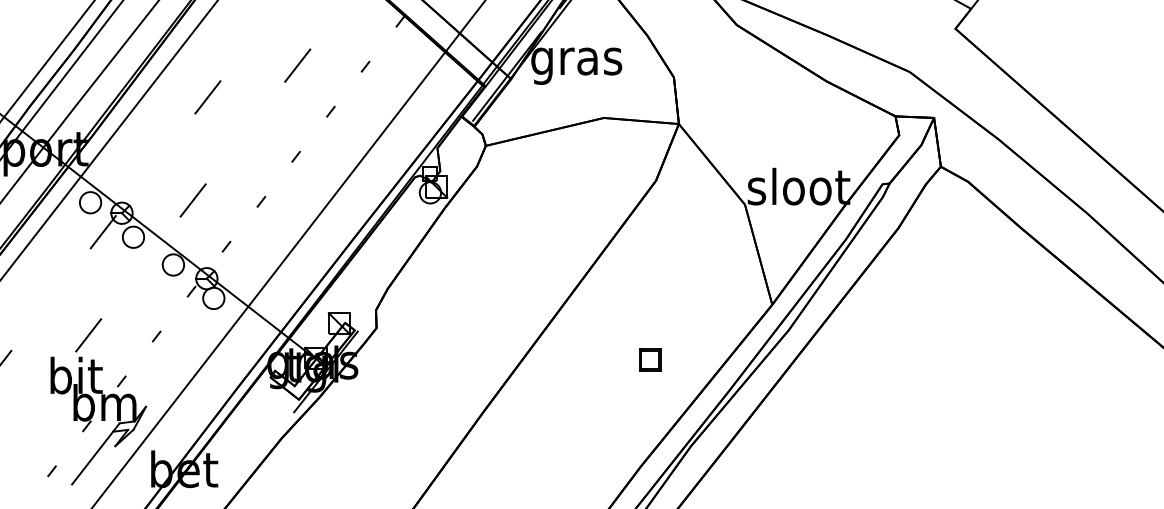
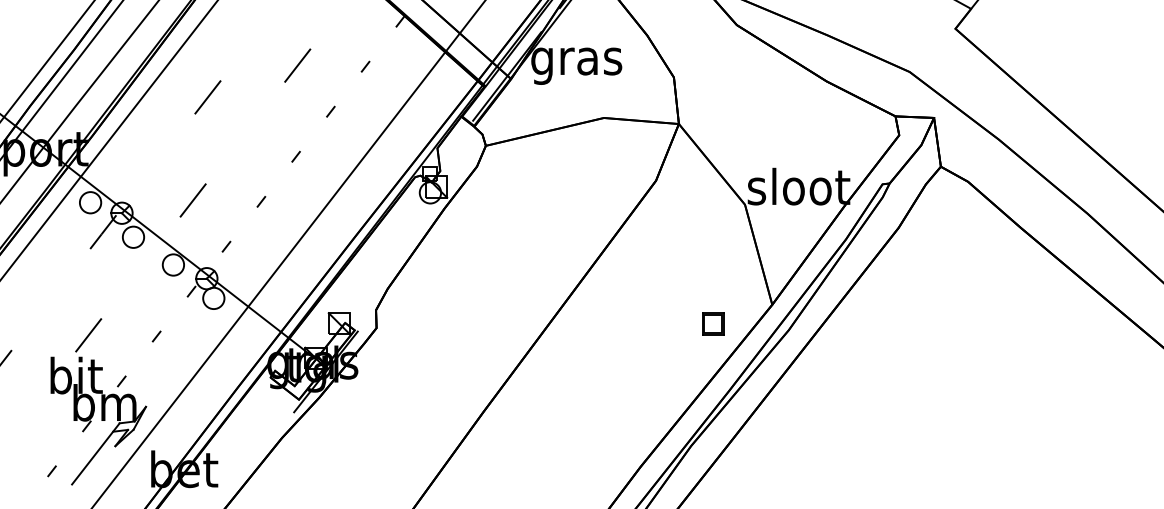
part at (650, 359) position: (650, 359) -> (713, 323)
